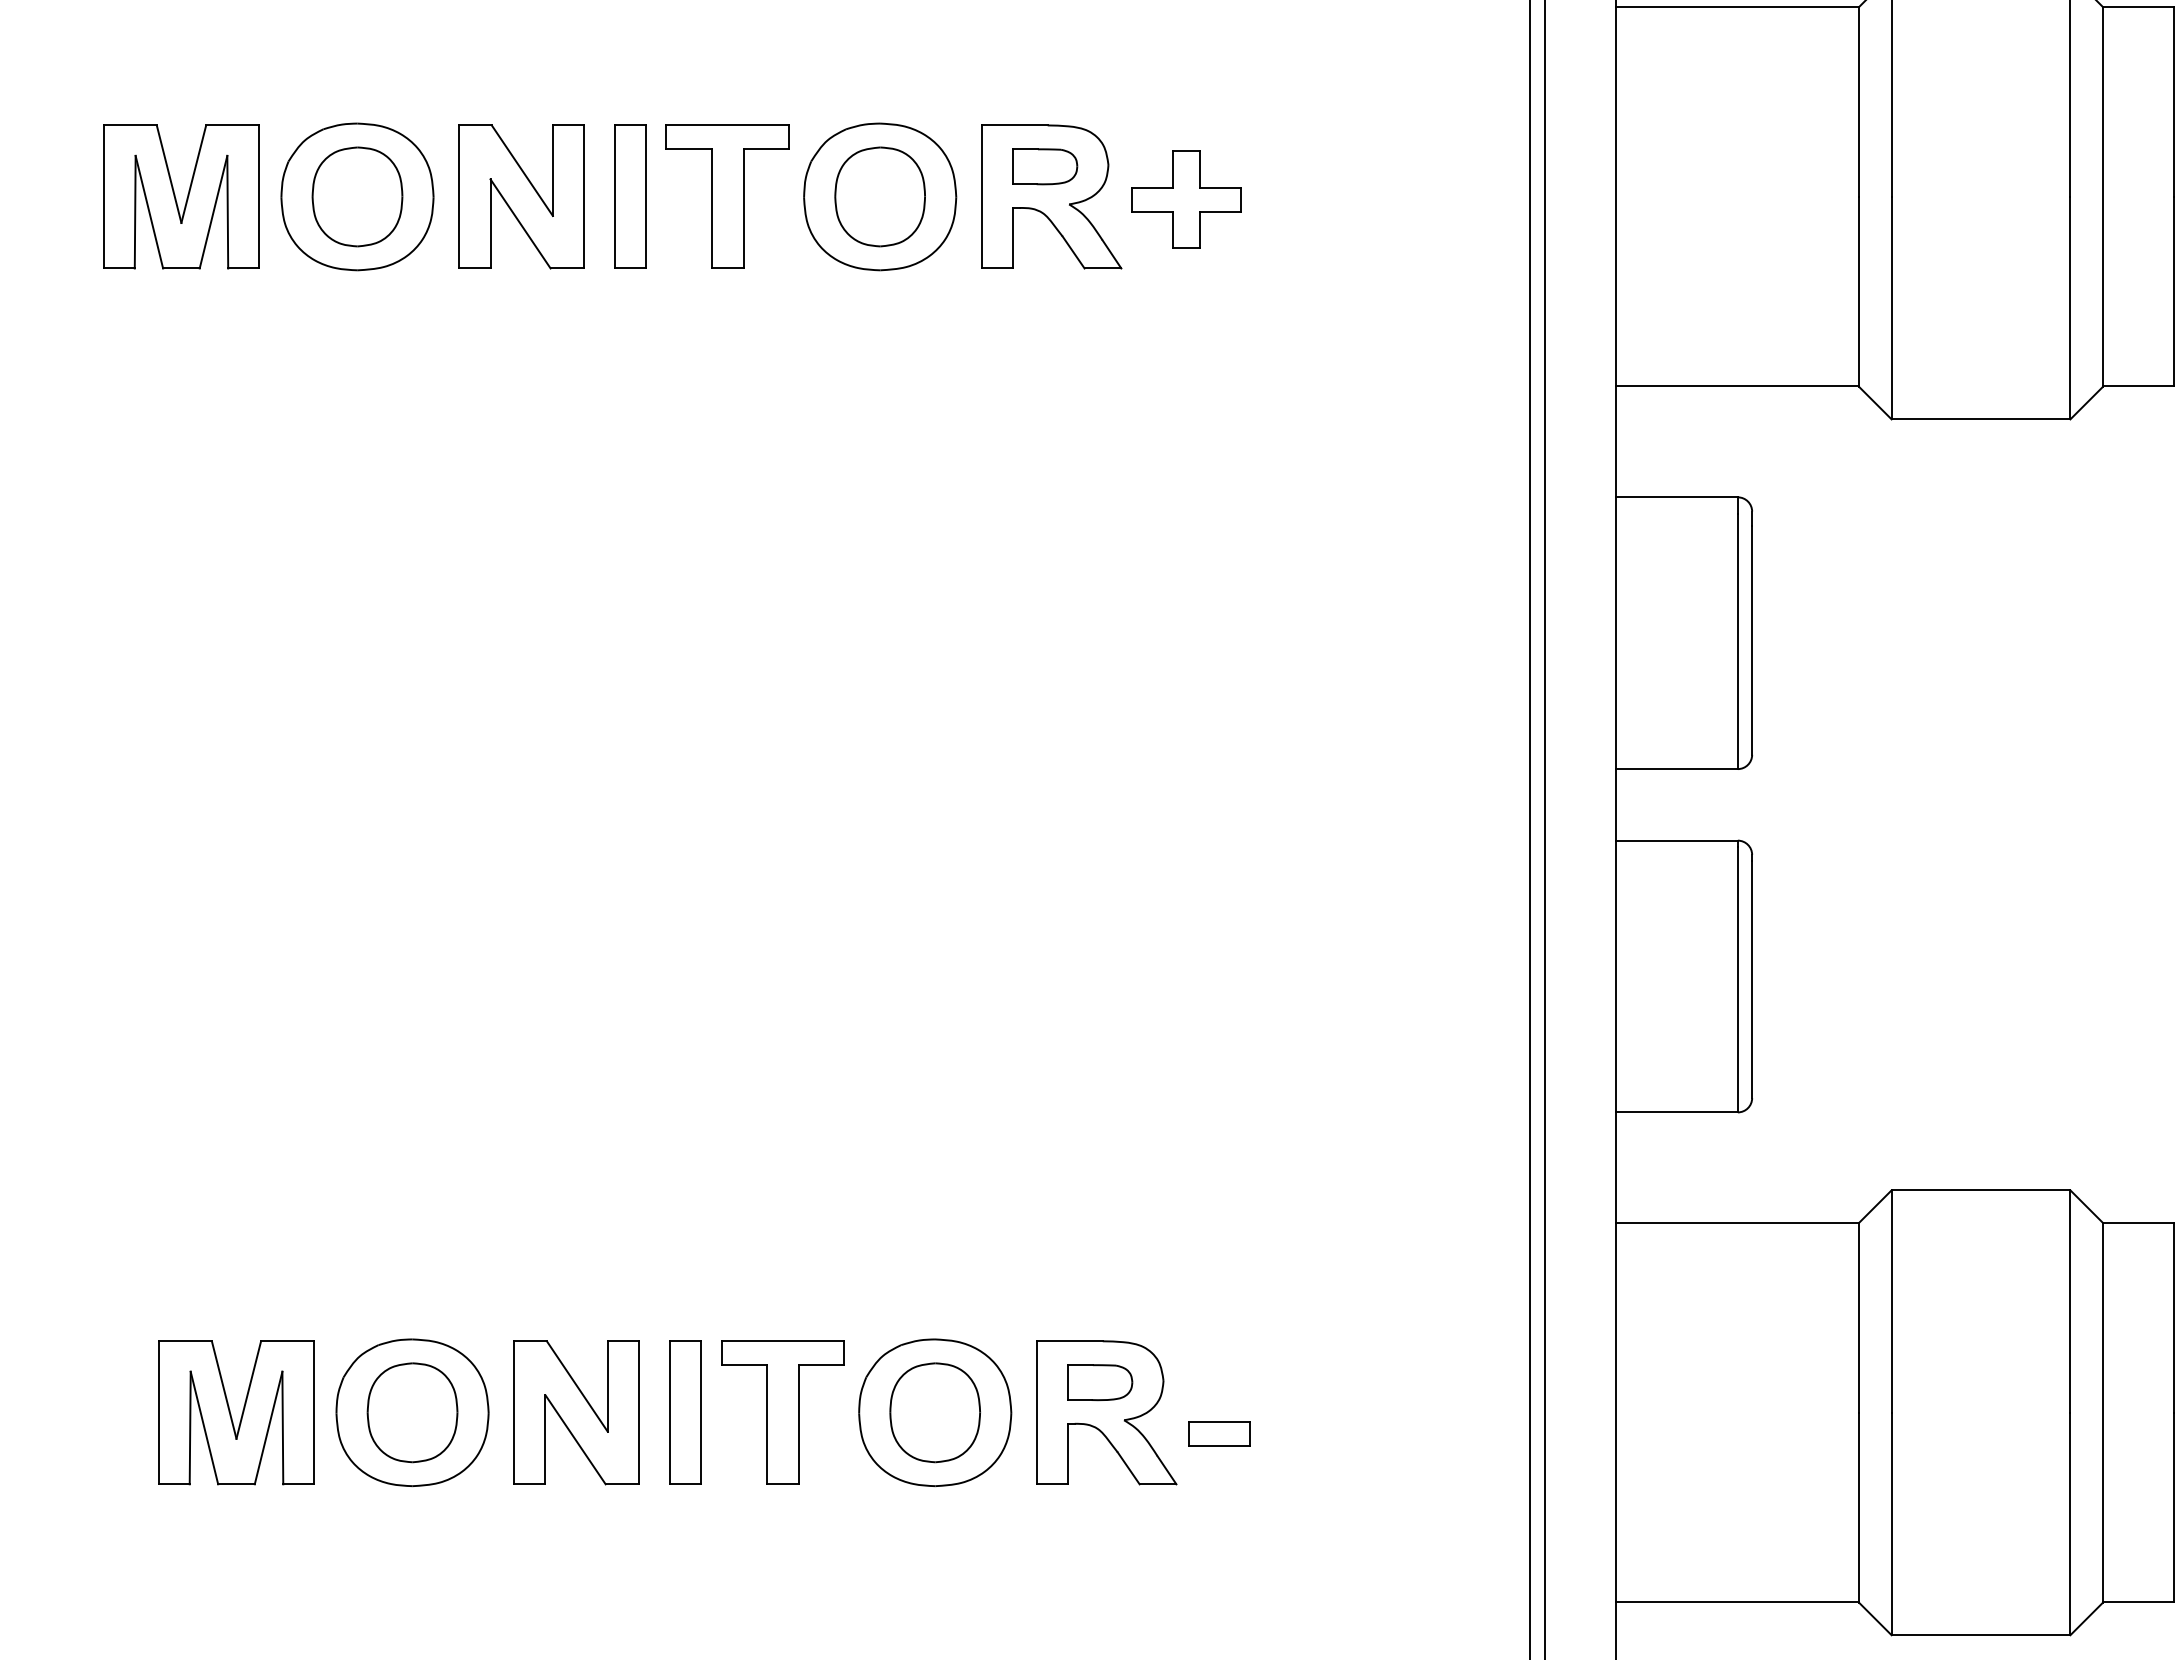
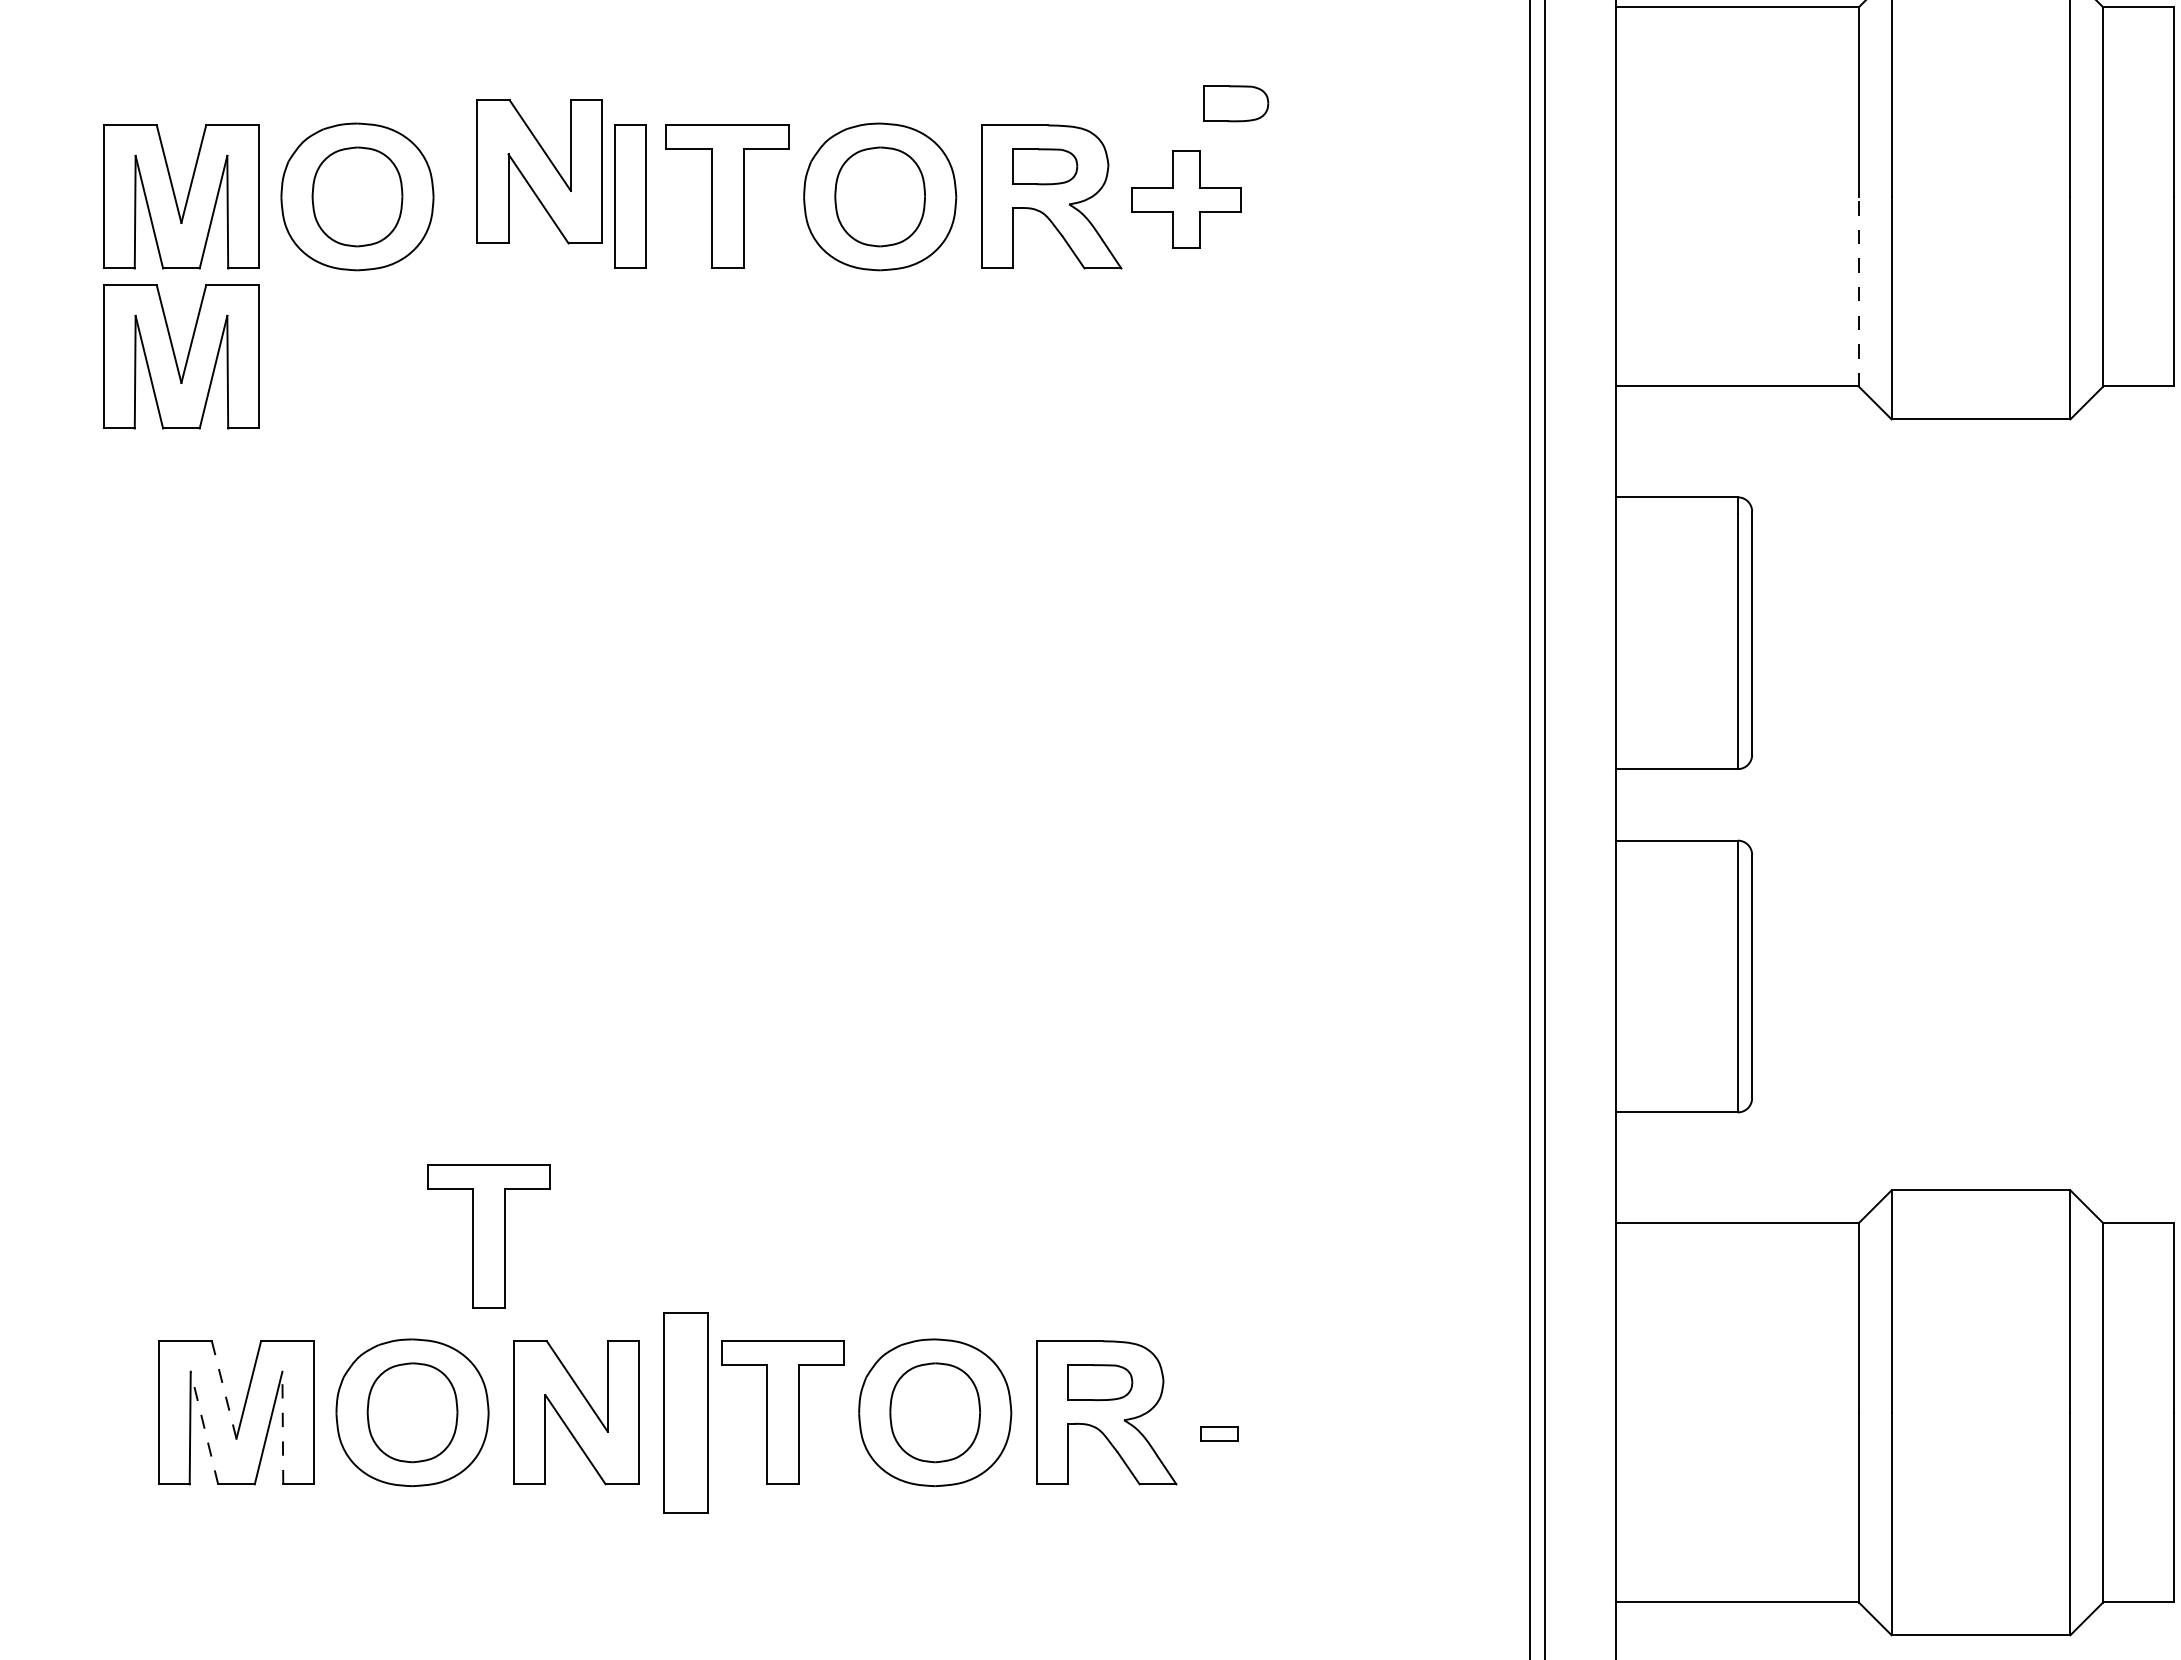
part at (1236, 103): none -> present
part at (521, 196) position: (521, 196) -> (539, 171)
line at (1859, 291): solid -> dashed
part at (181, 356): none -> present
part at (488, 1236): none -> present
line at (224, 1390): solid -> dashed
part at (685, 1412) size: 33x145 px -> 46x202 px
line at (282, 1427): solid -> dashed
line at (204, 1428): solid -> dashed
part at (1219, 1433) size: 63x26 px -> 39x16 px
